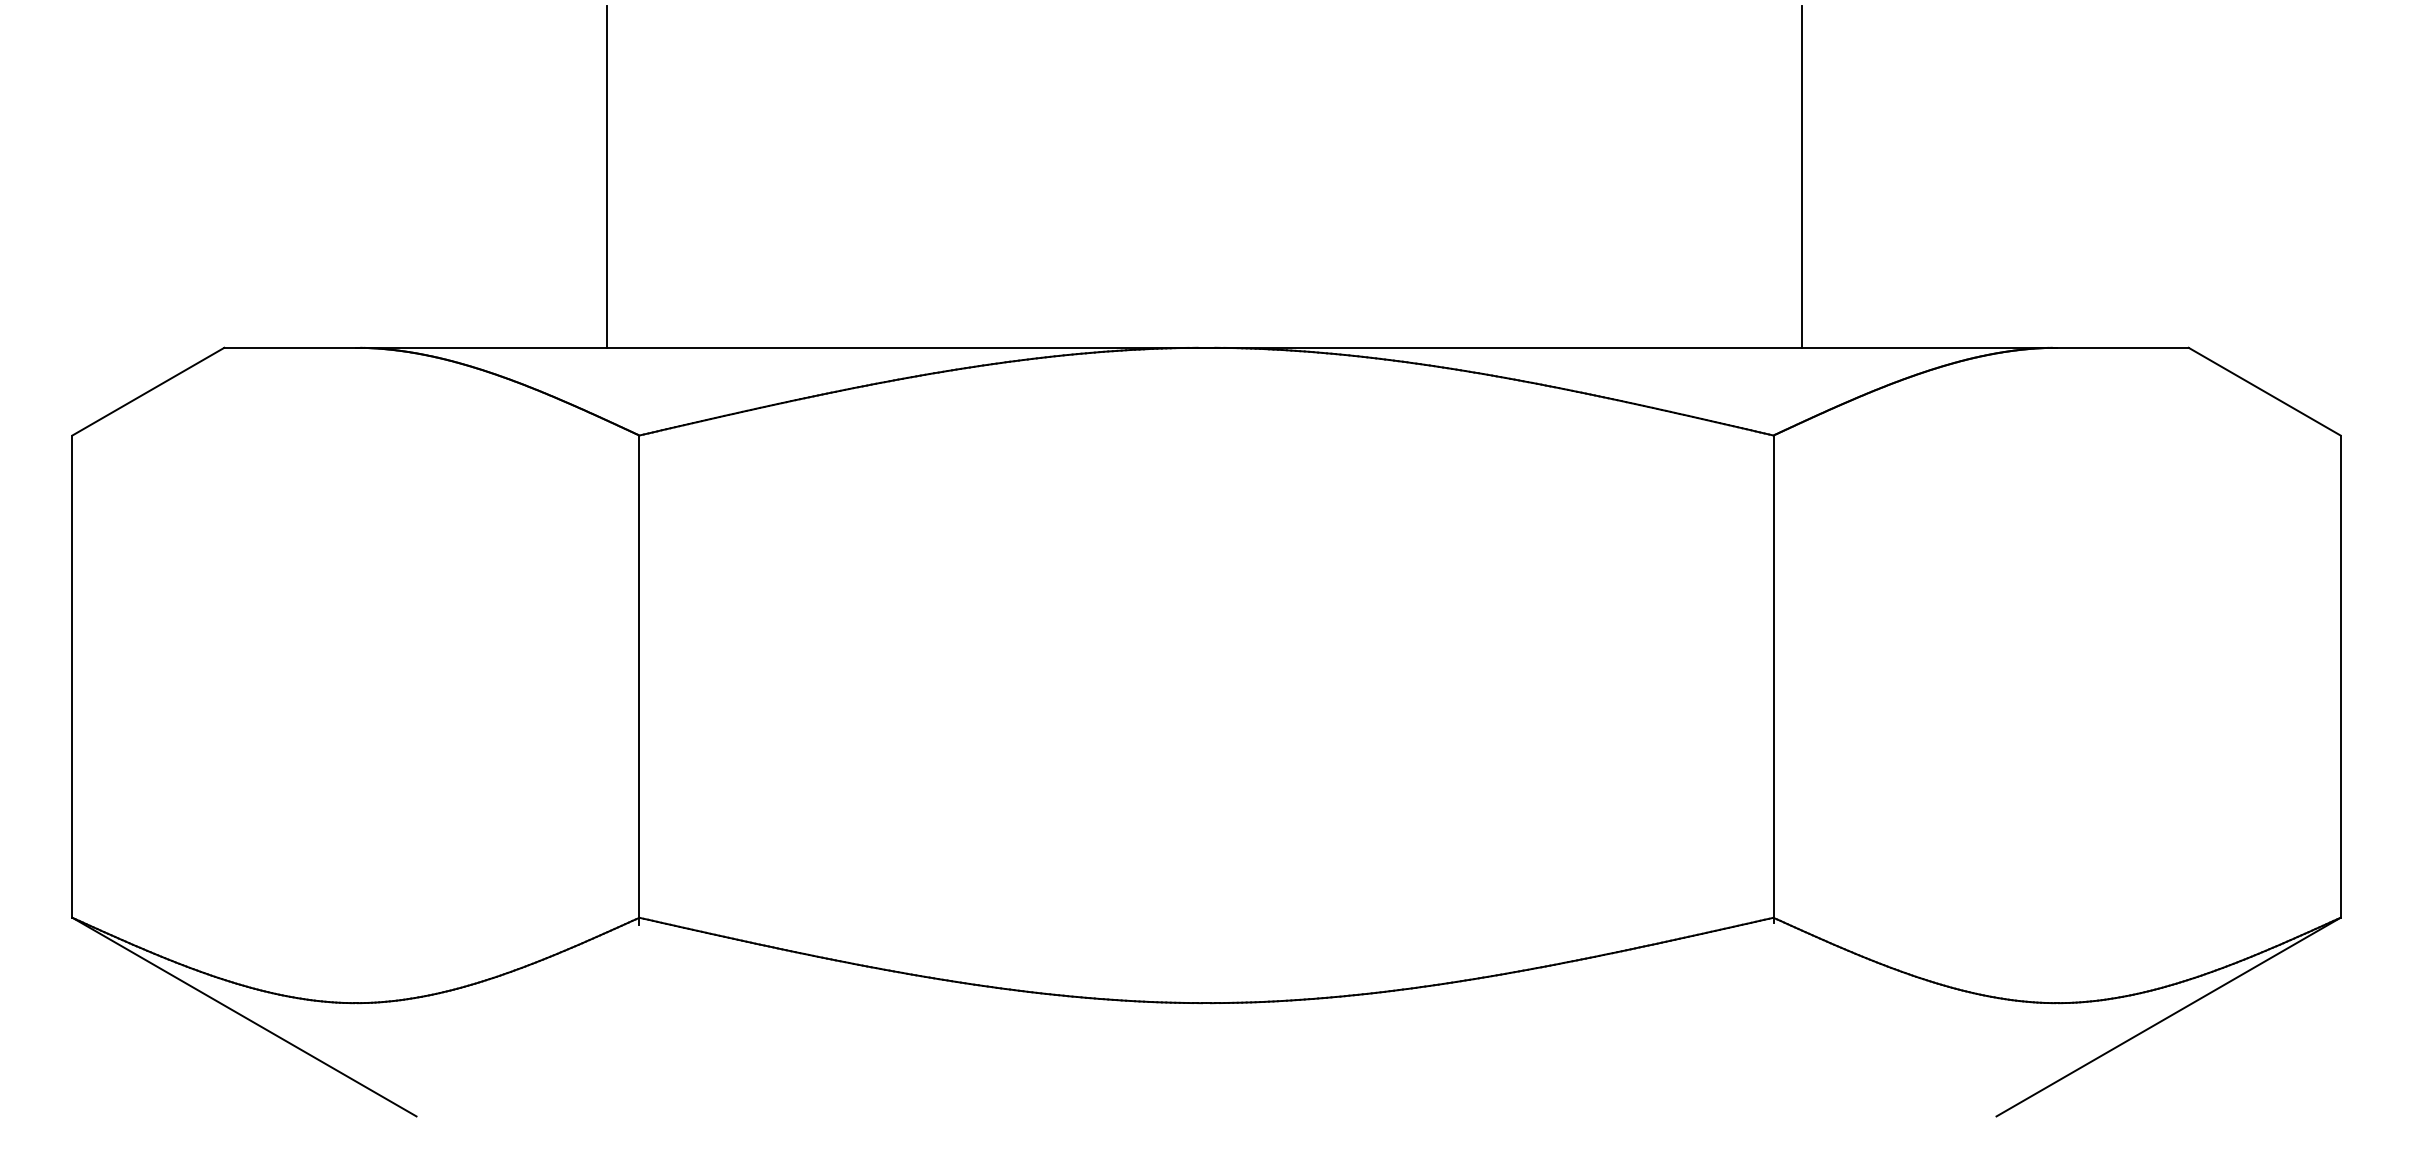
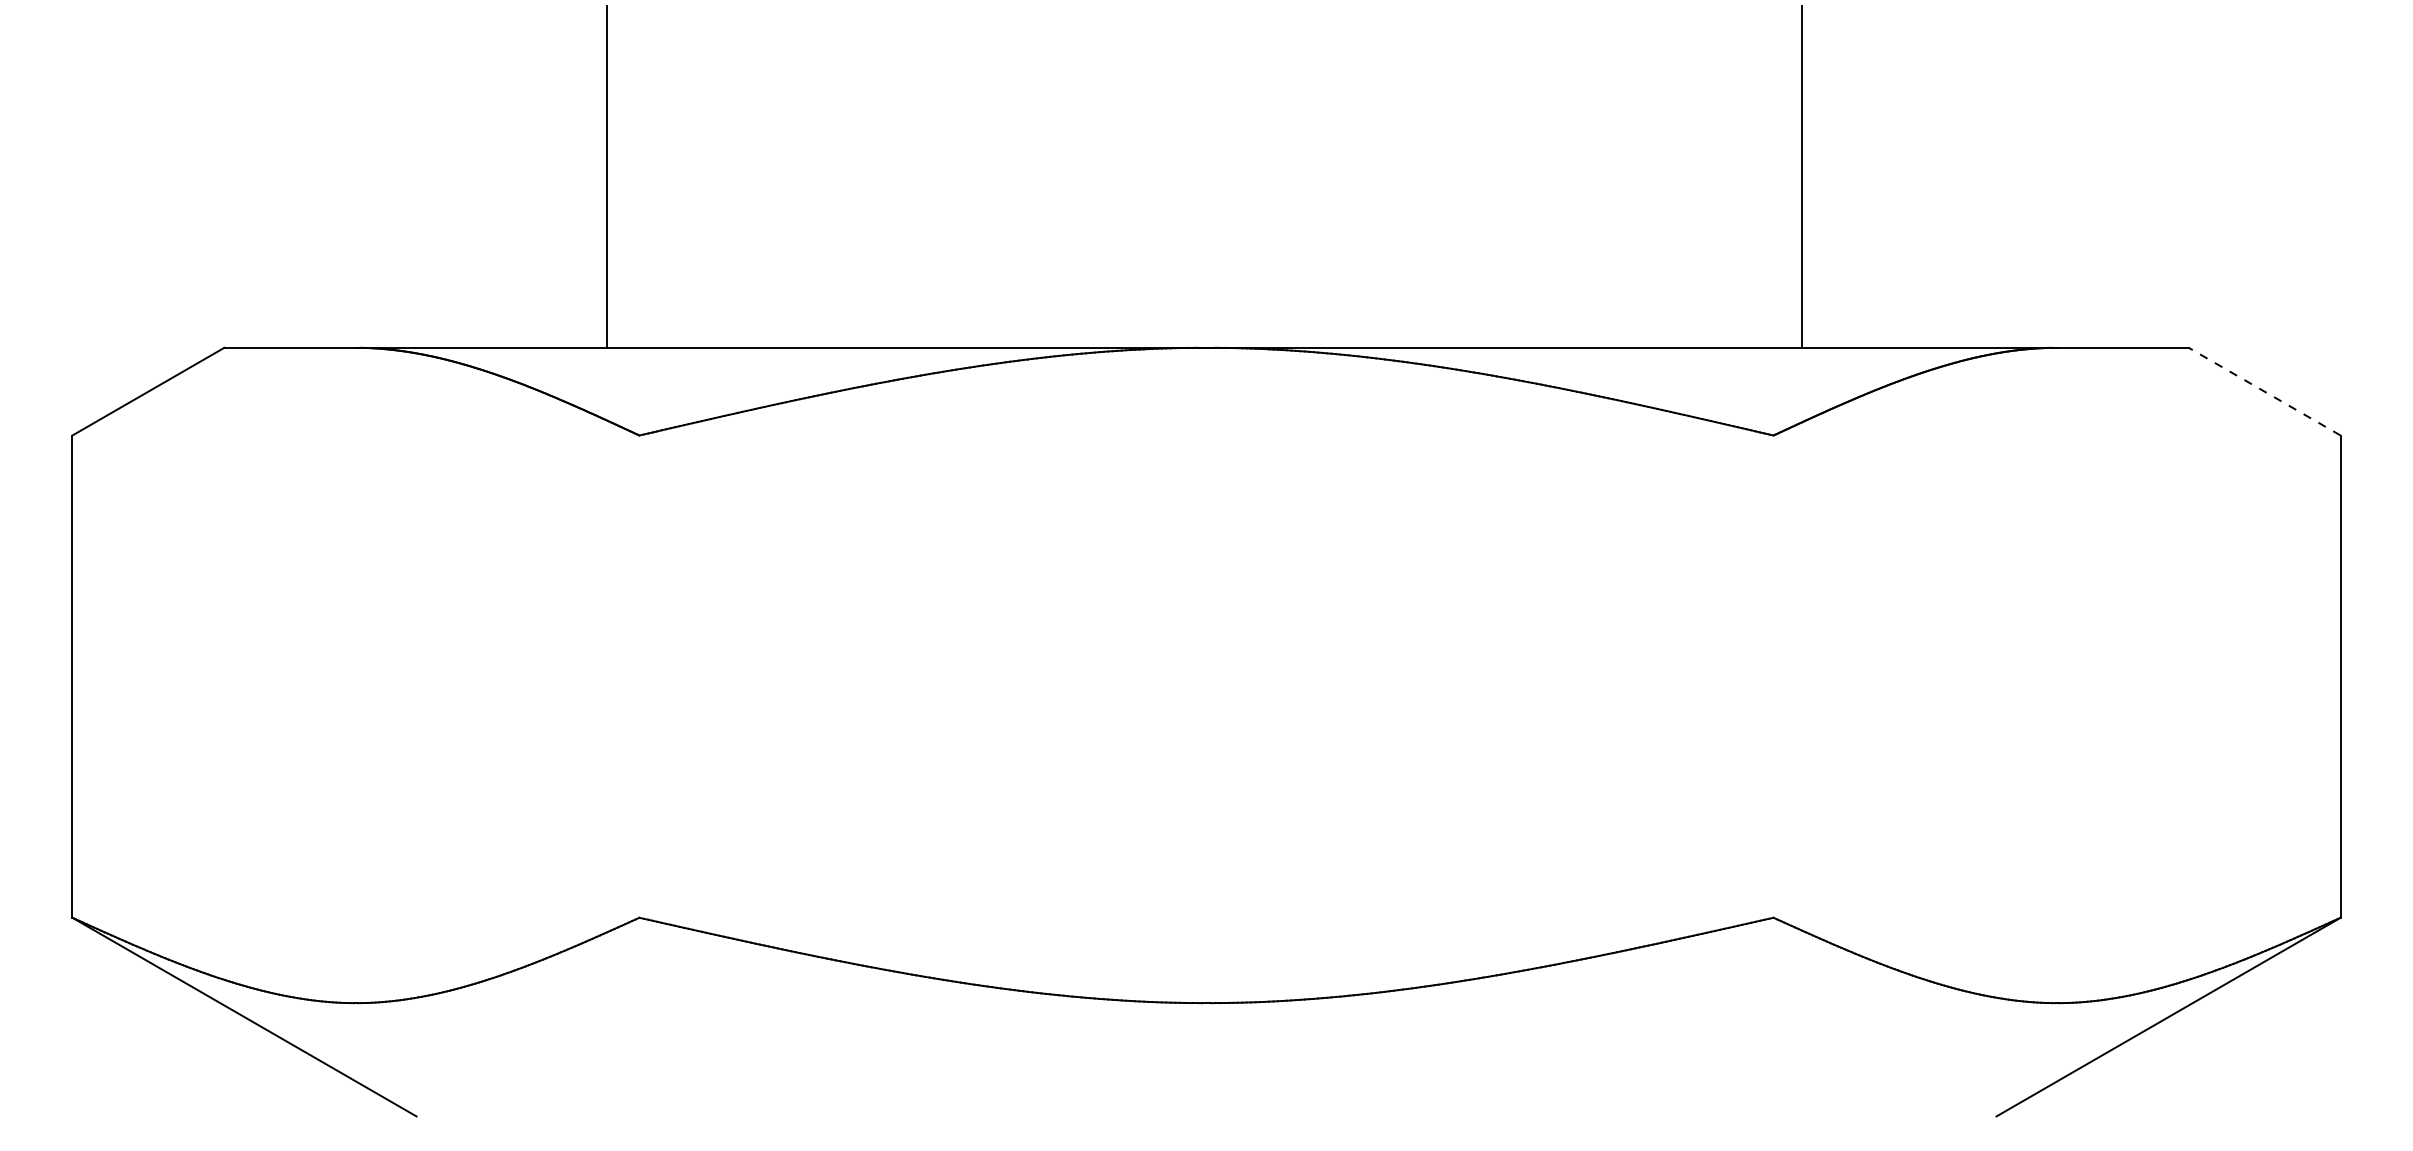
line at (2264, 391): solid -> dashed
line at (1773, 679): present -> none
line at (639, 680): present -> none
